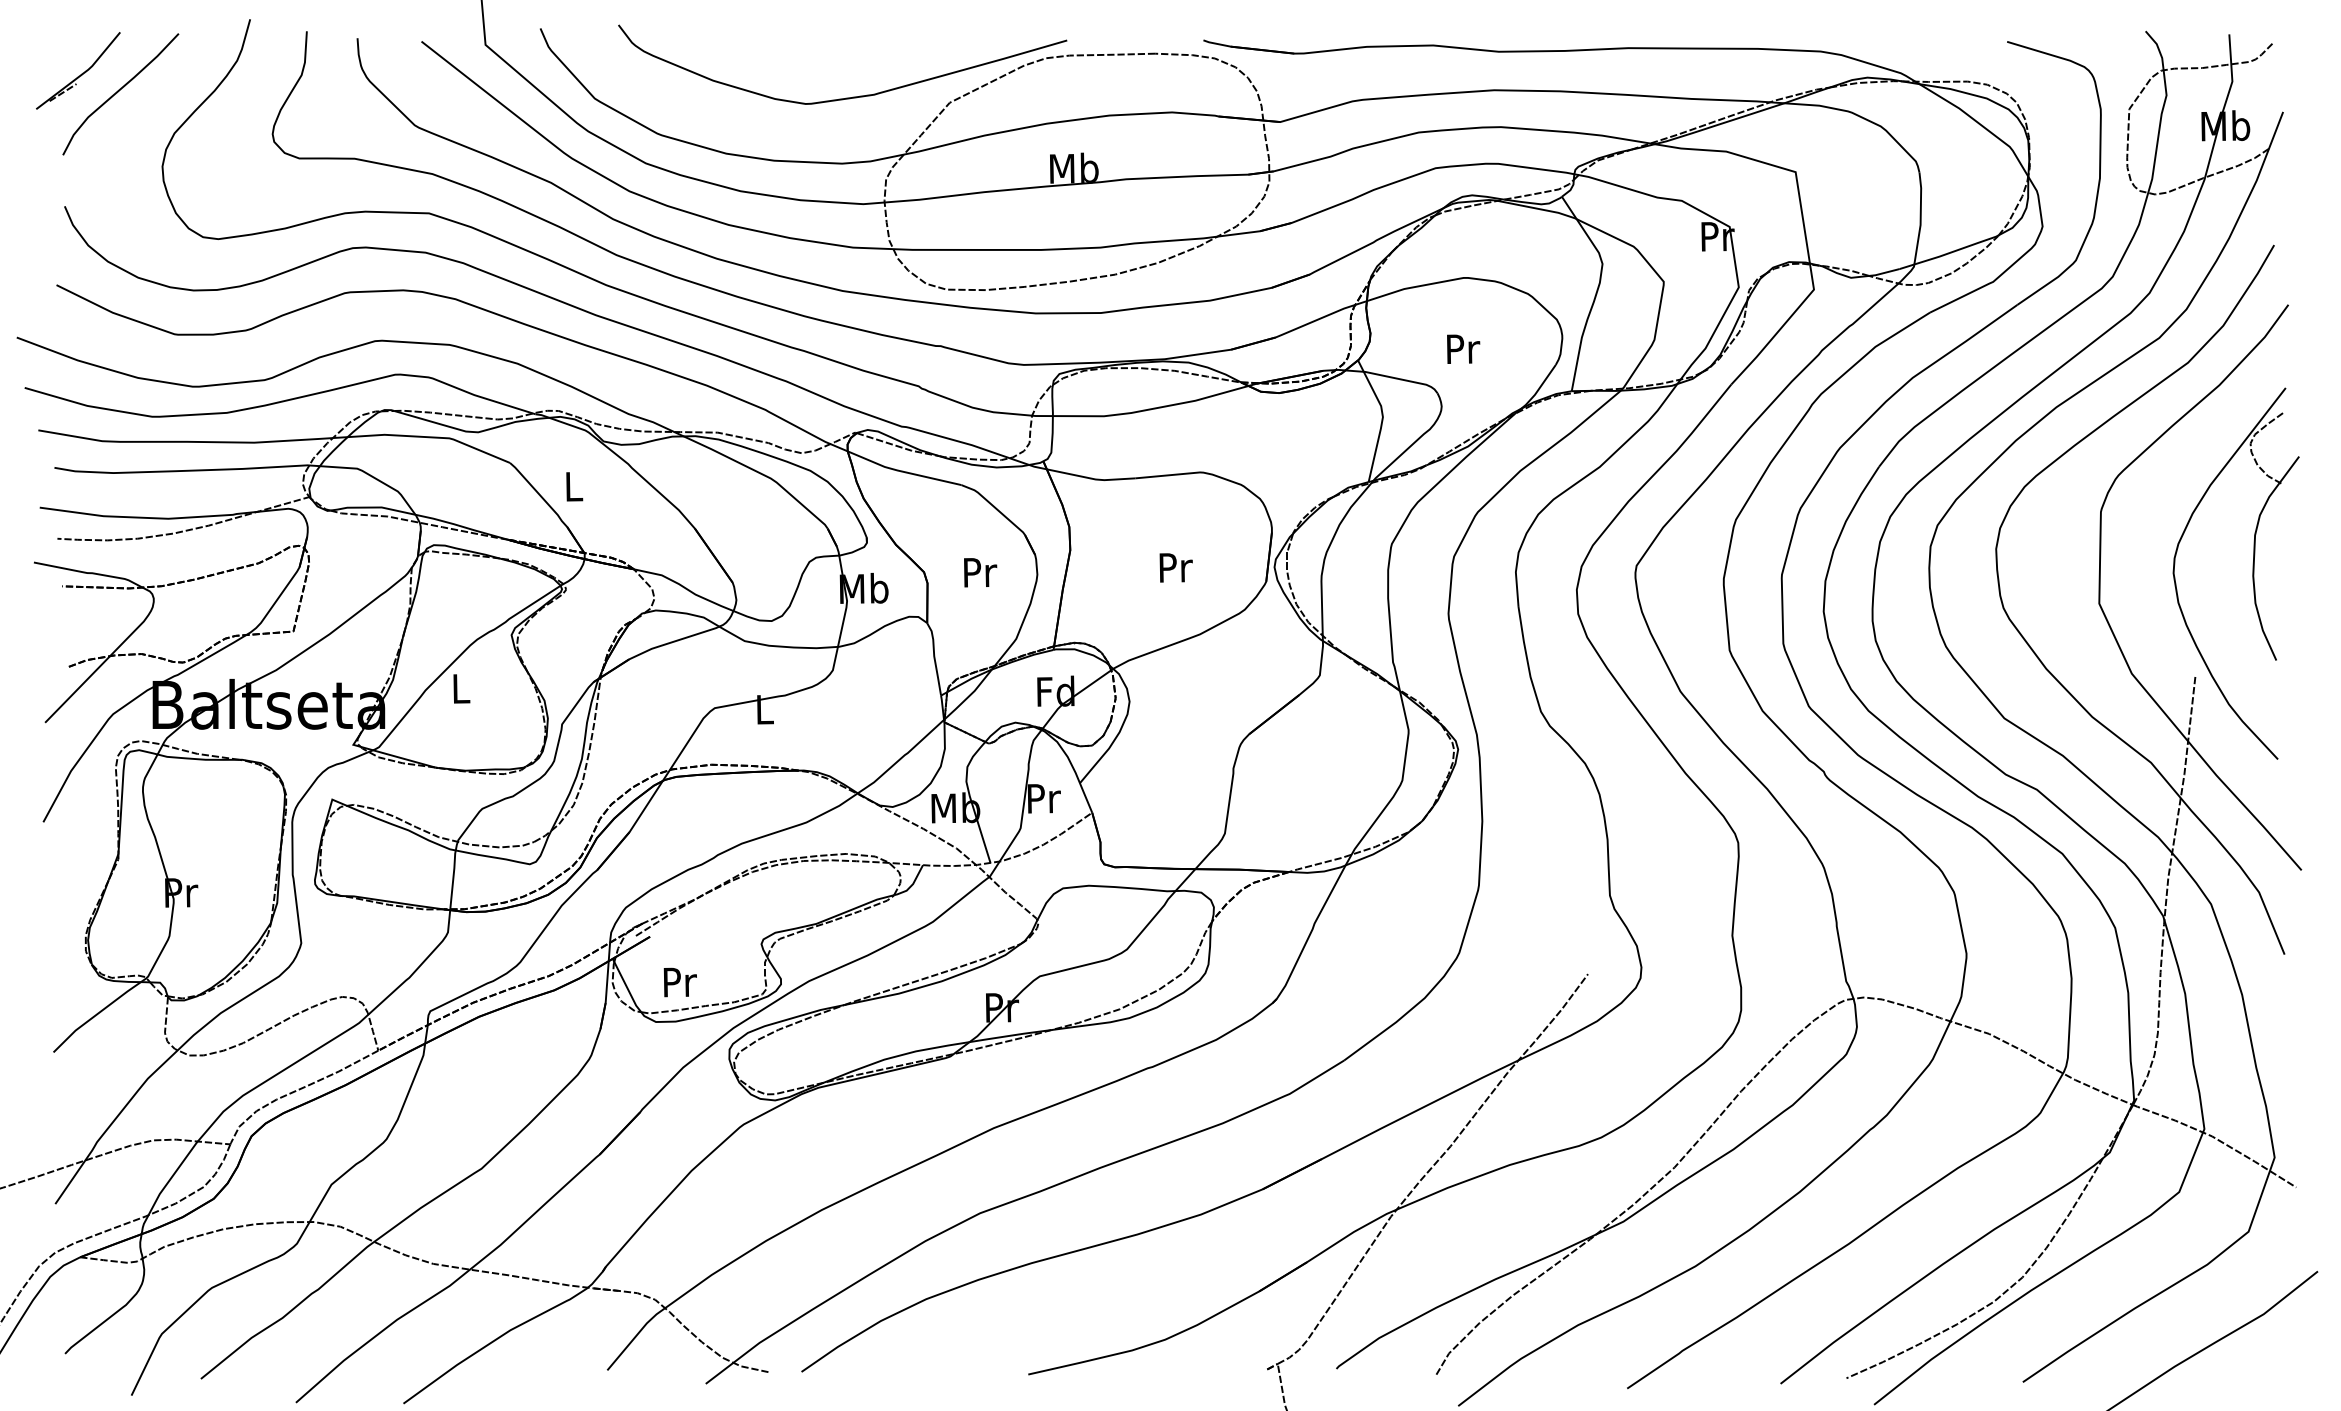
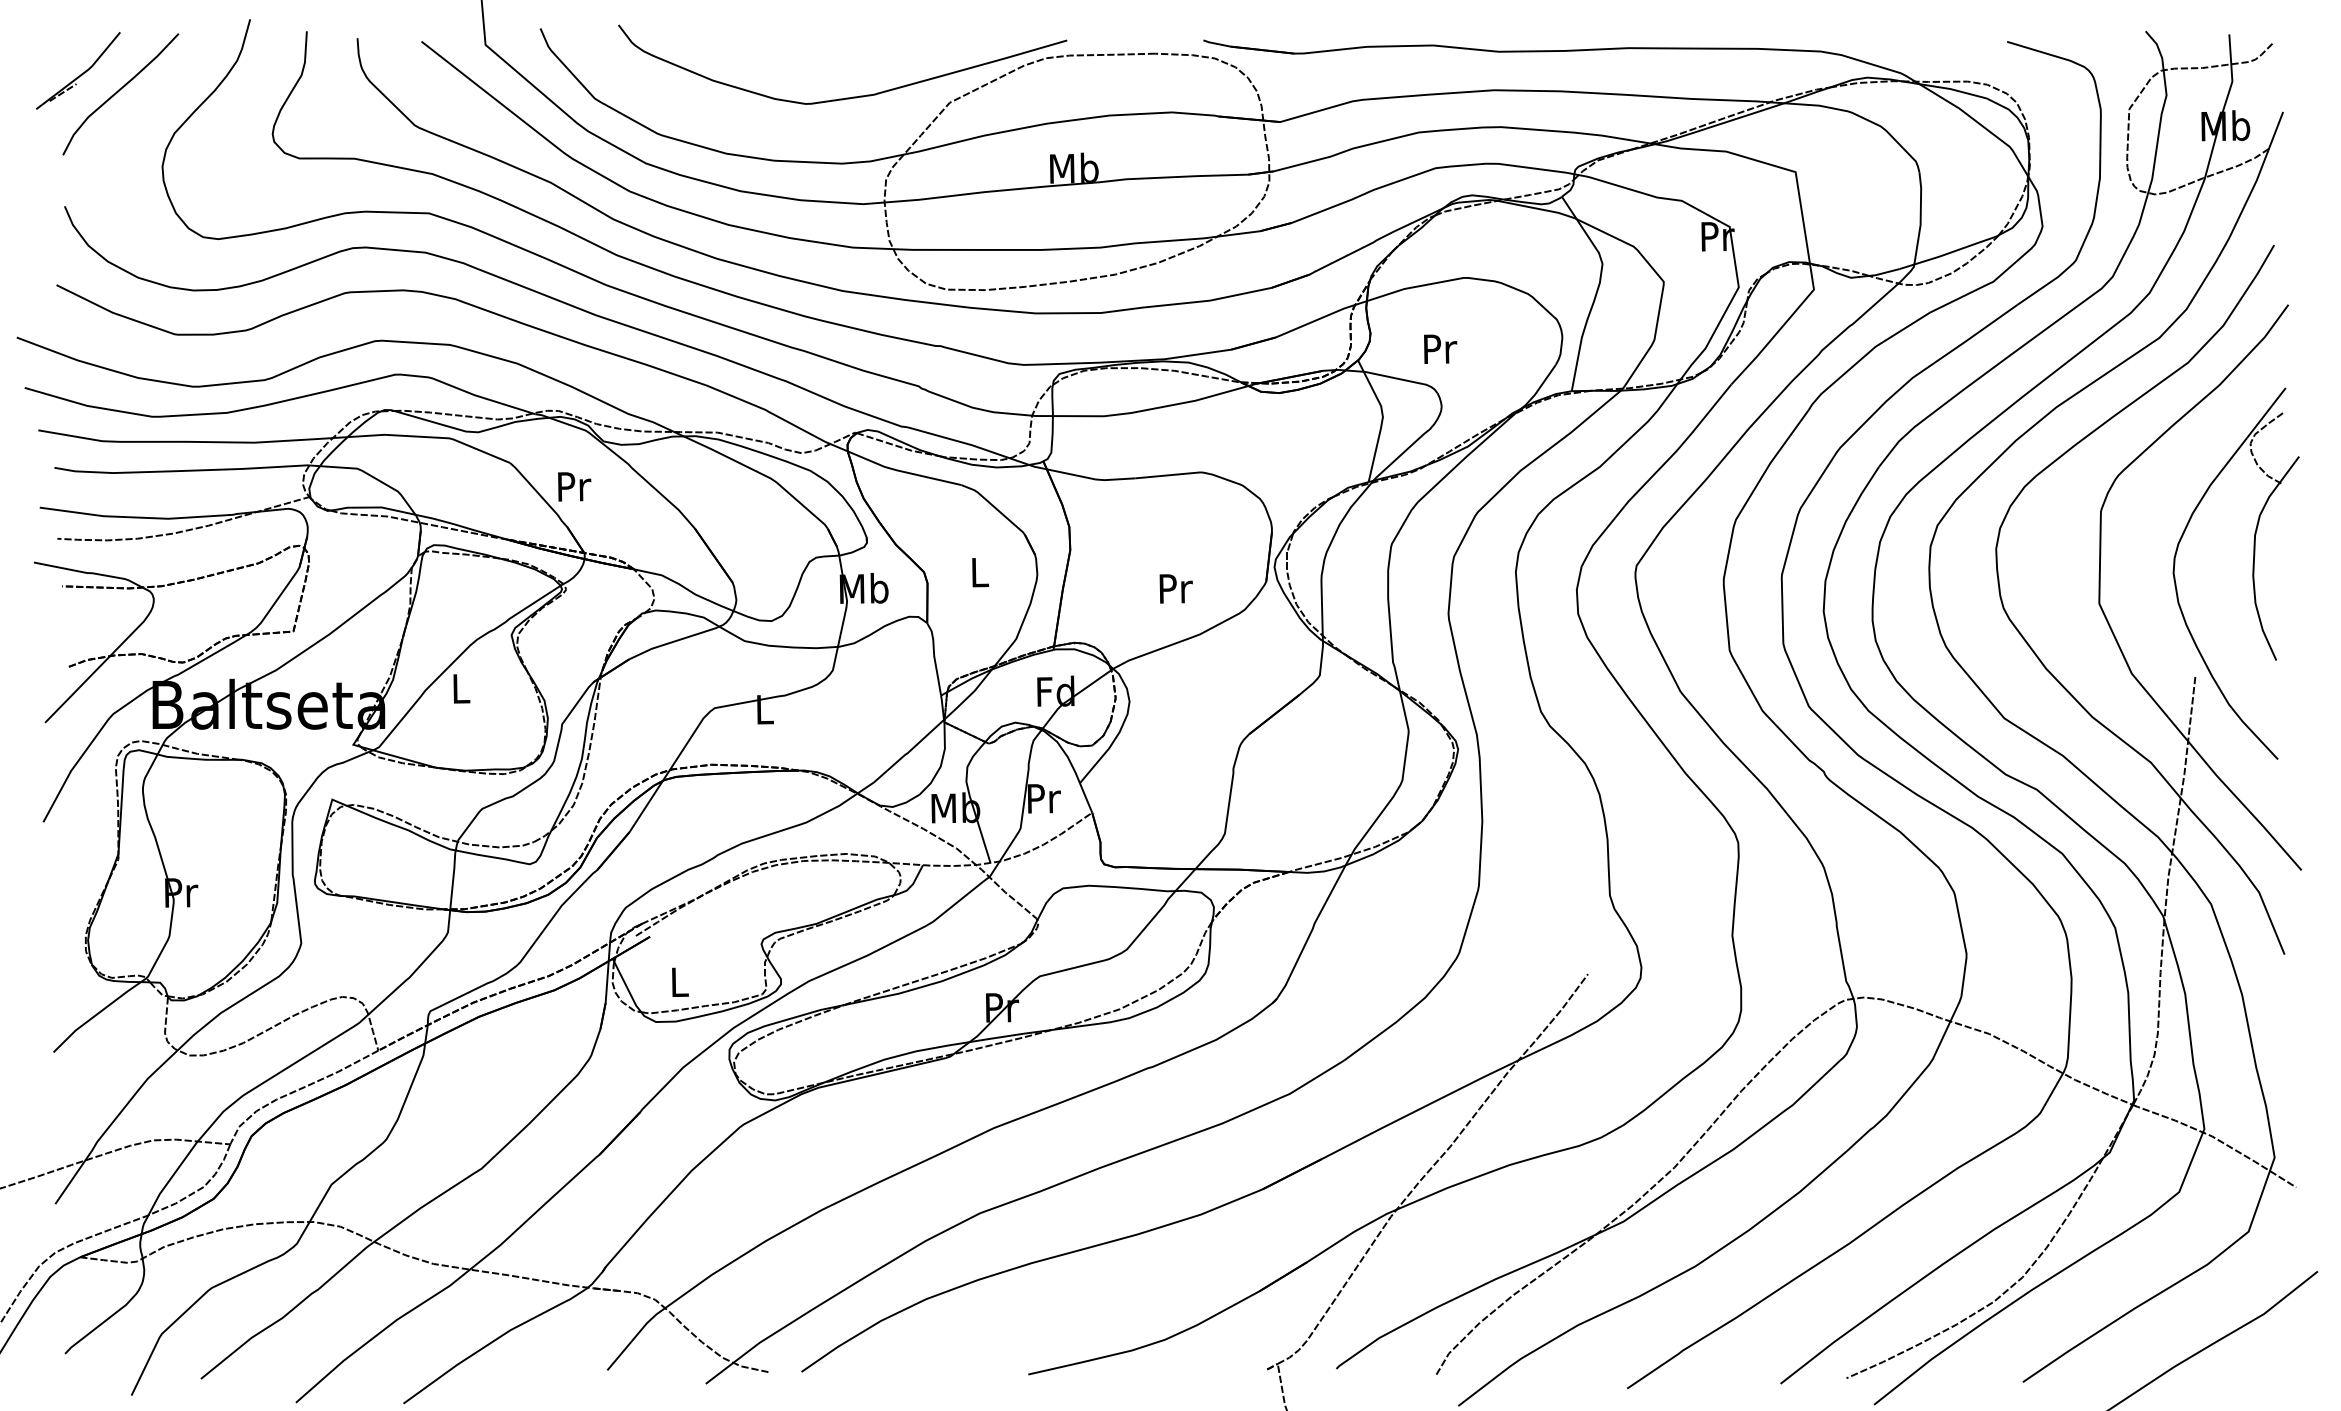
text at (1463, 348) position: (1463, 348) -> (1440, 348)
text at (574, 486): L -> Pr
text at (1175, 567) position: (1175, 567) -> (1175, 588)
text at (980, 572): Pr -> L
text at (679, 982): Pr -> L
